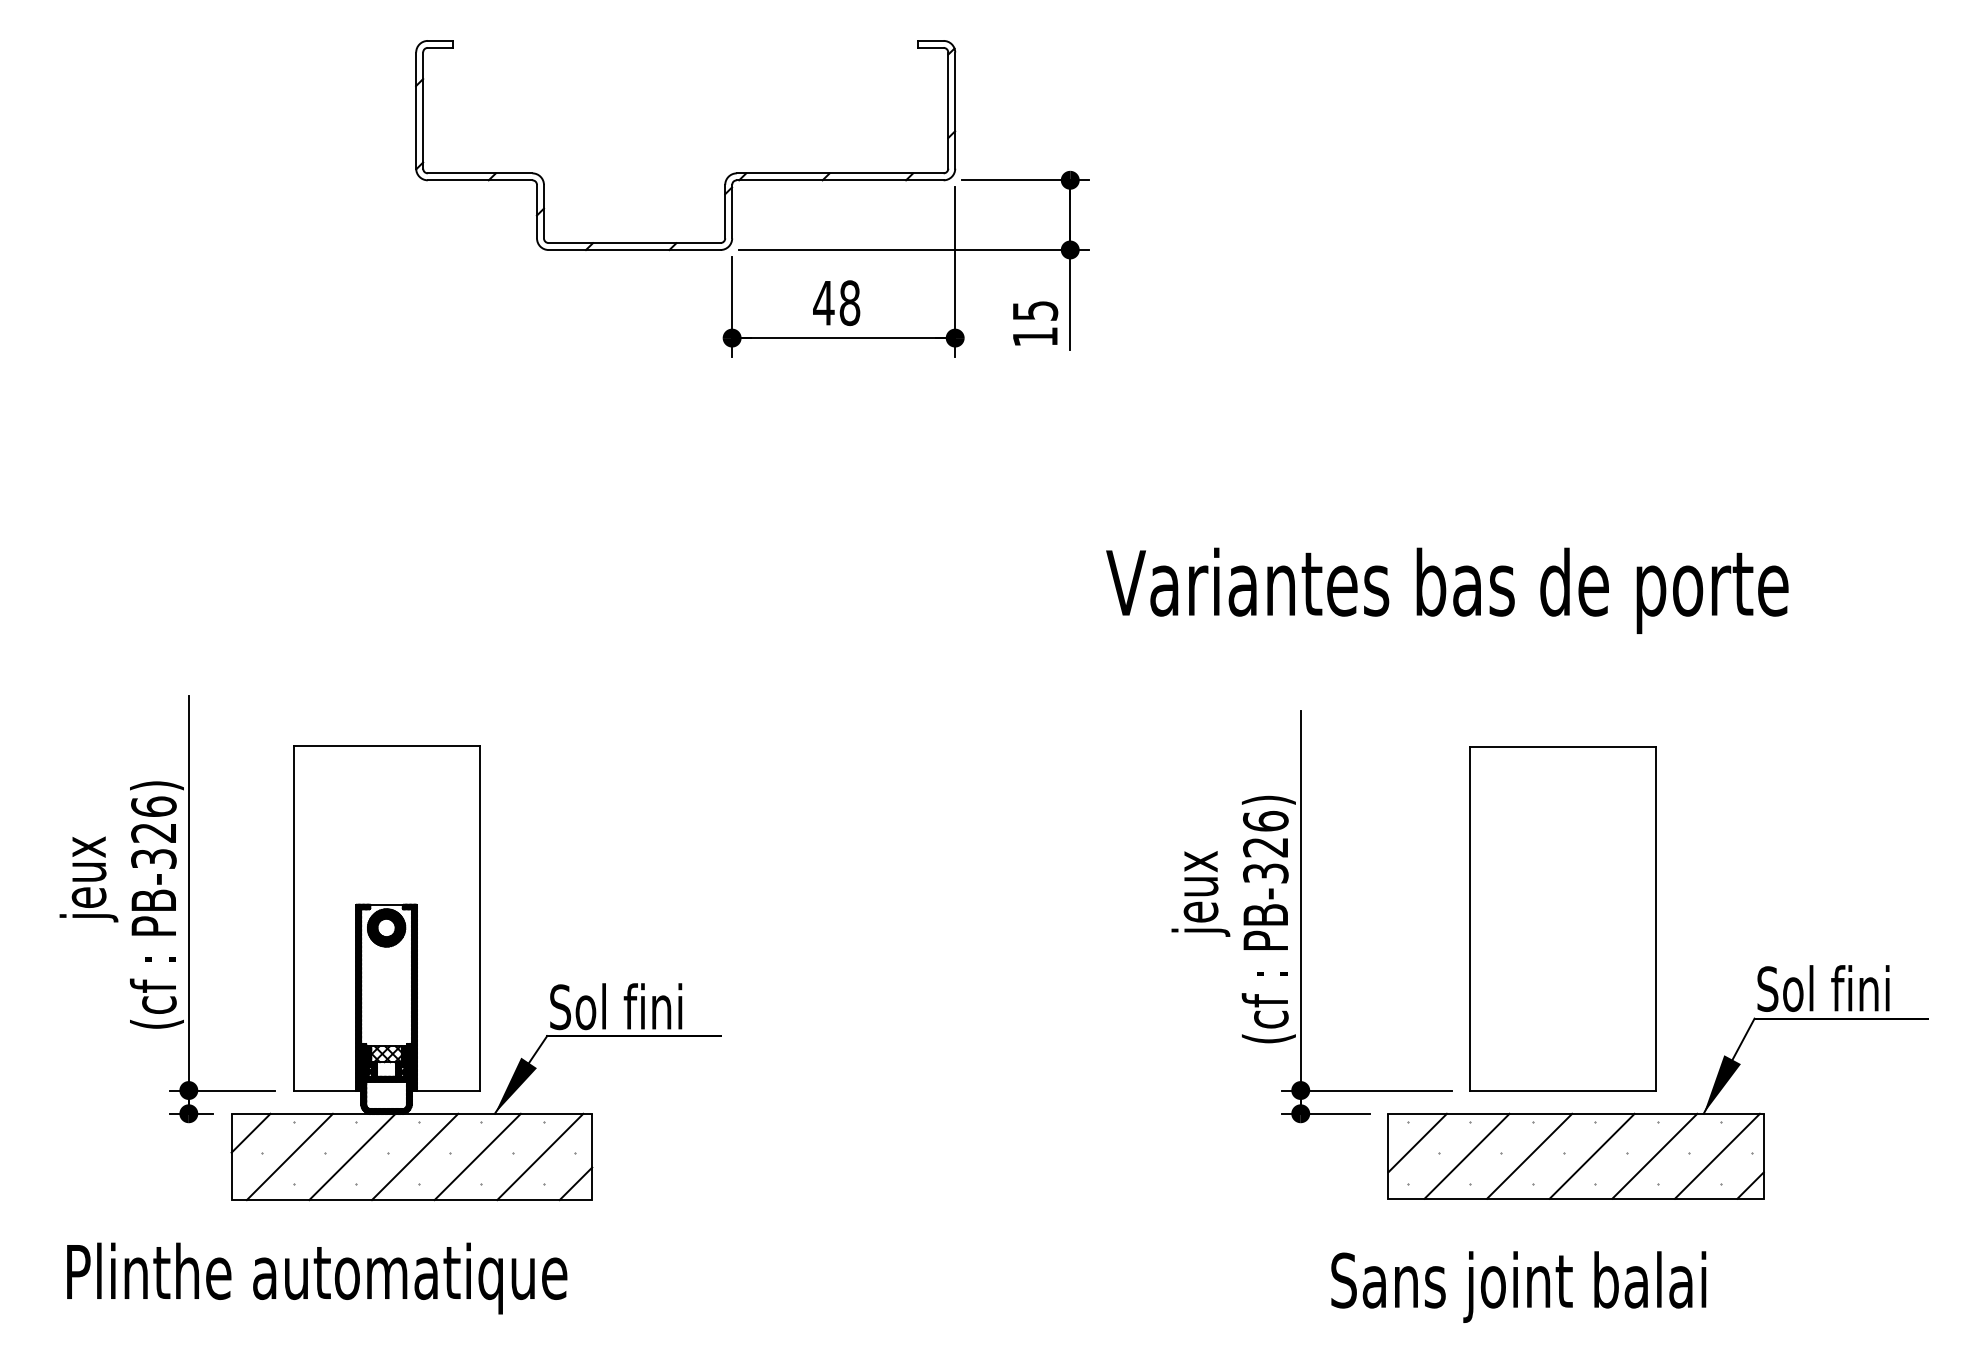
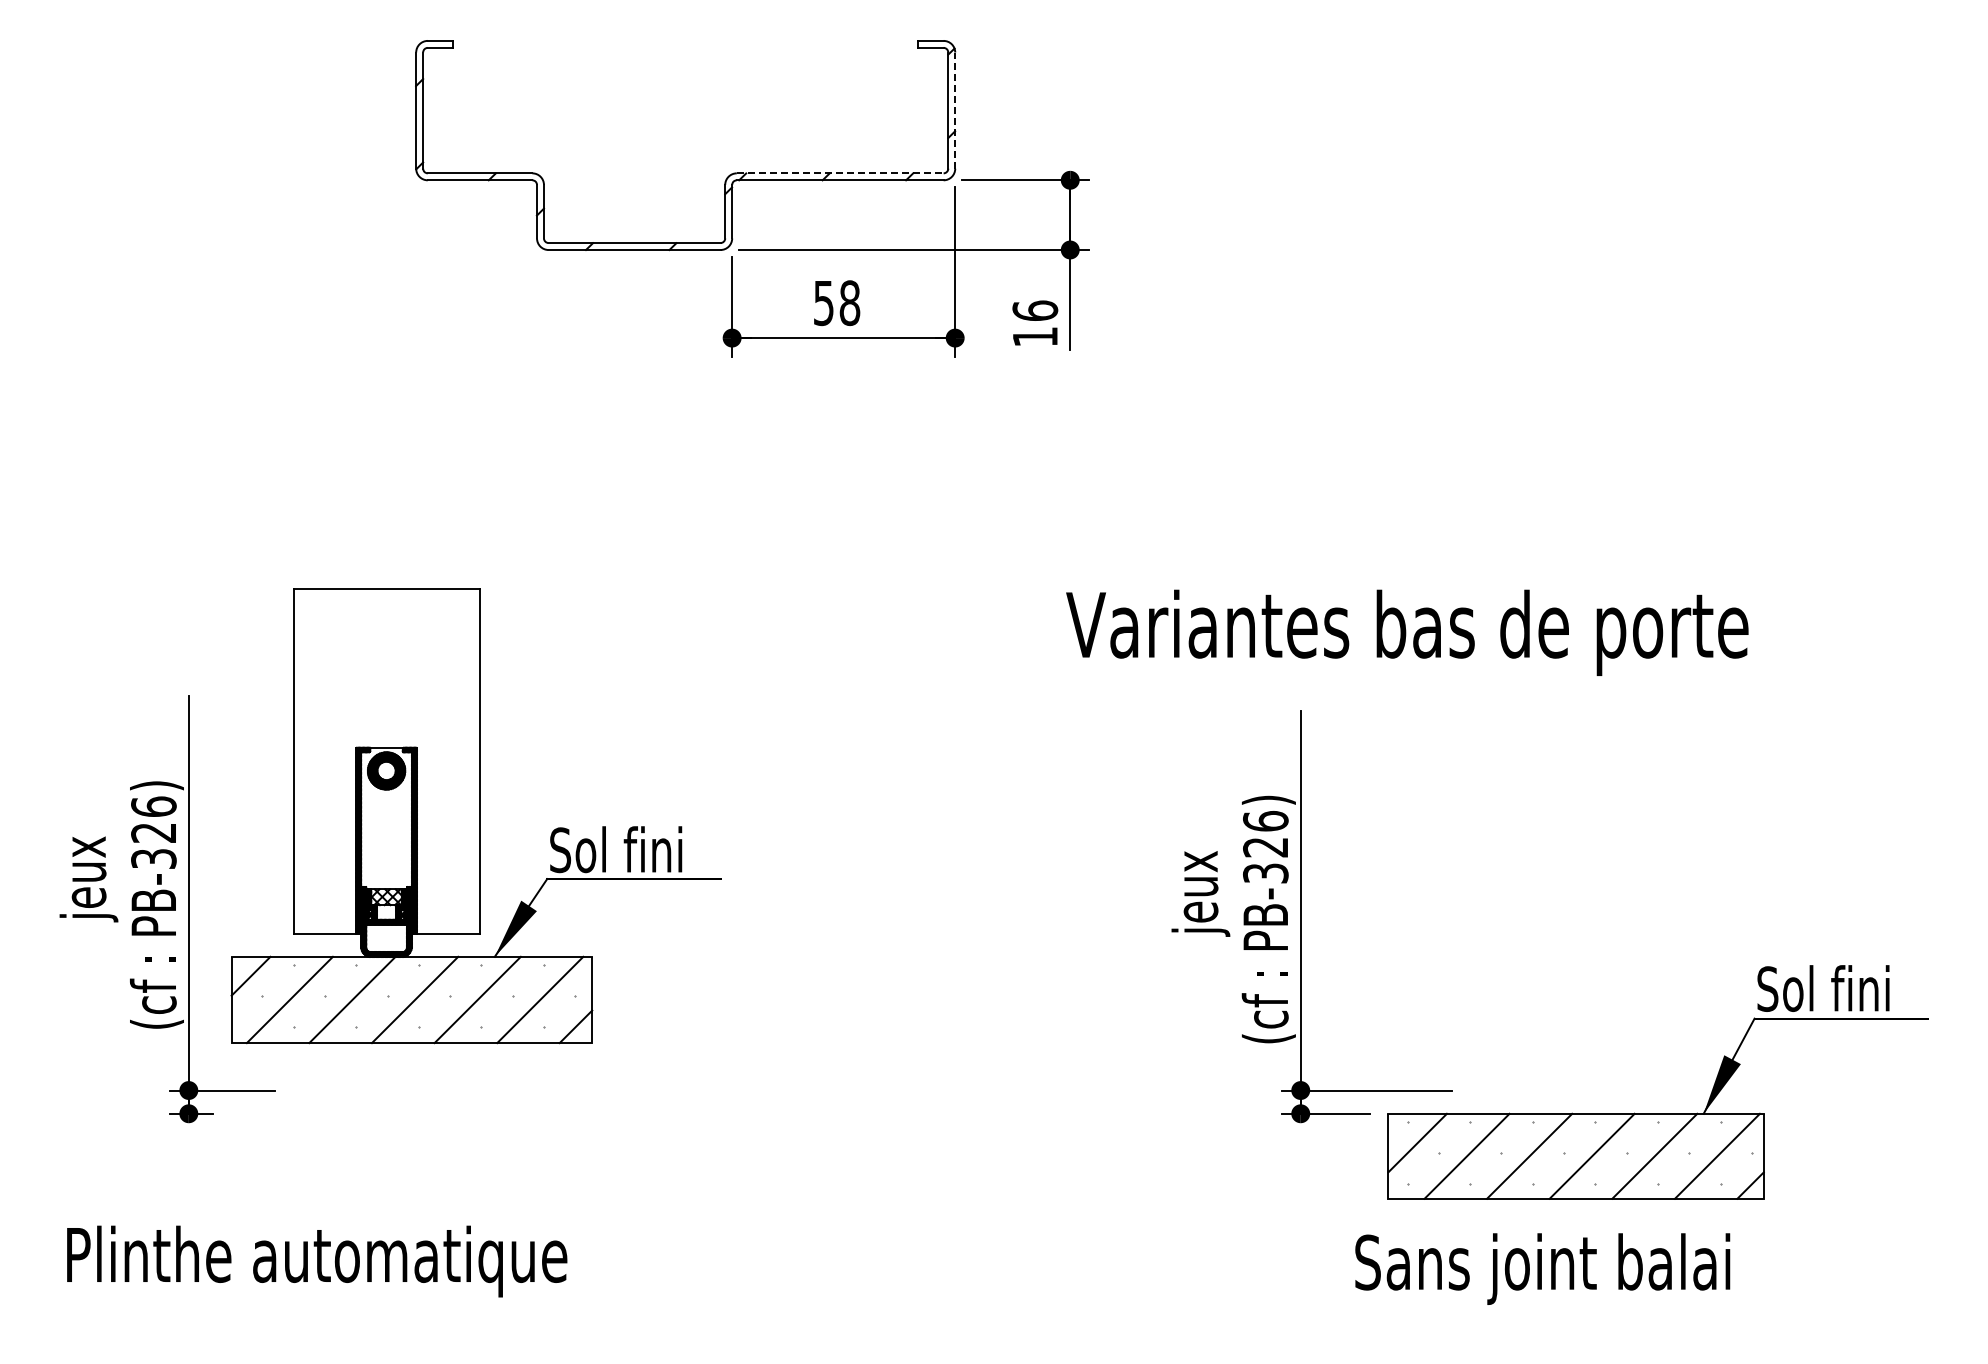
line at (955, 110): solid -> dashed
line at (840, 173): solid -> dashed
text at (823, 303): 48 -> 58
text at (1035, 310): 15 -> 16
text at (1447, 590) position: (1447, 590) -> (1407, 632)
part at (1562, 918): present -> none
part at (475, 973) position: (475, 973) -> (475, 816)
text at (317, 1278) position: (317, 1278) -> (317, 1261)
text at (1518, 1286) position: (1518, 1286) -> (1542, 1268)
